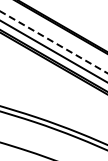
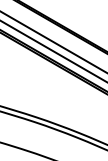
line at (53, 42): dashed -> solid
